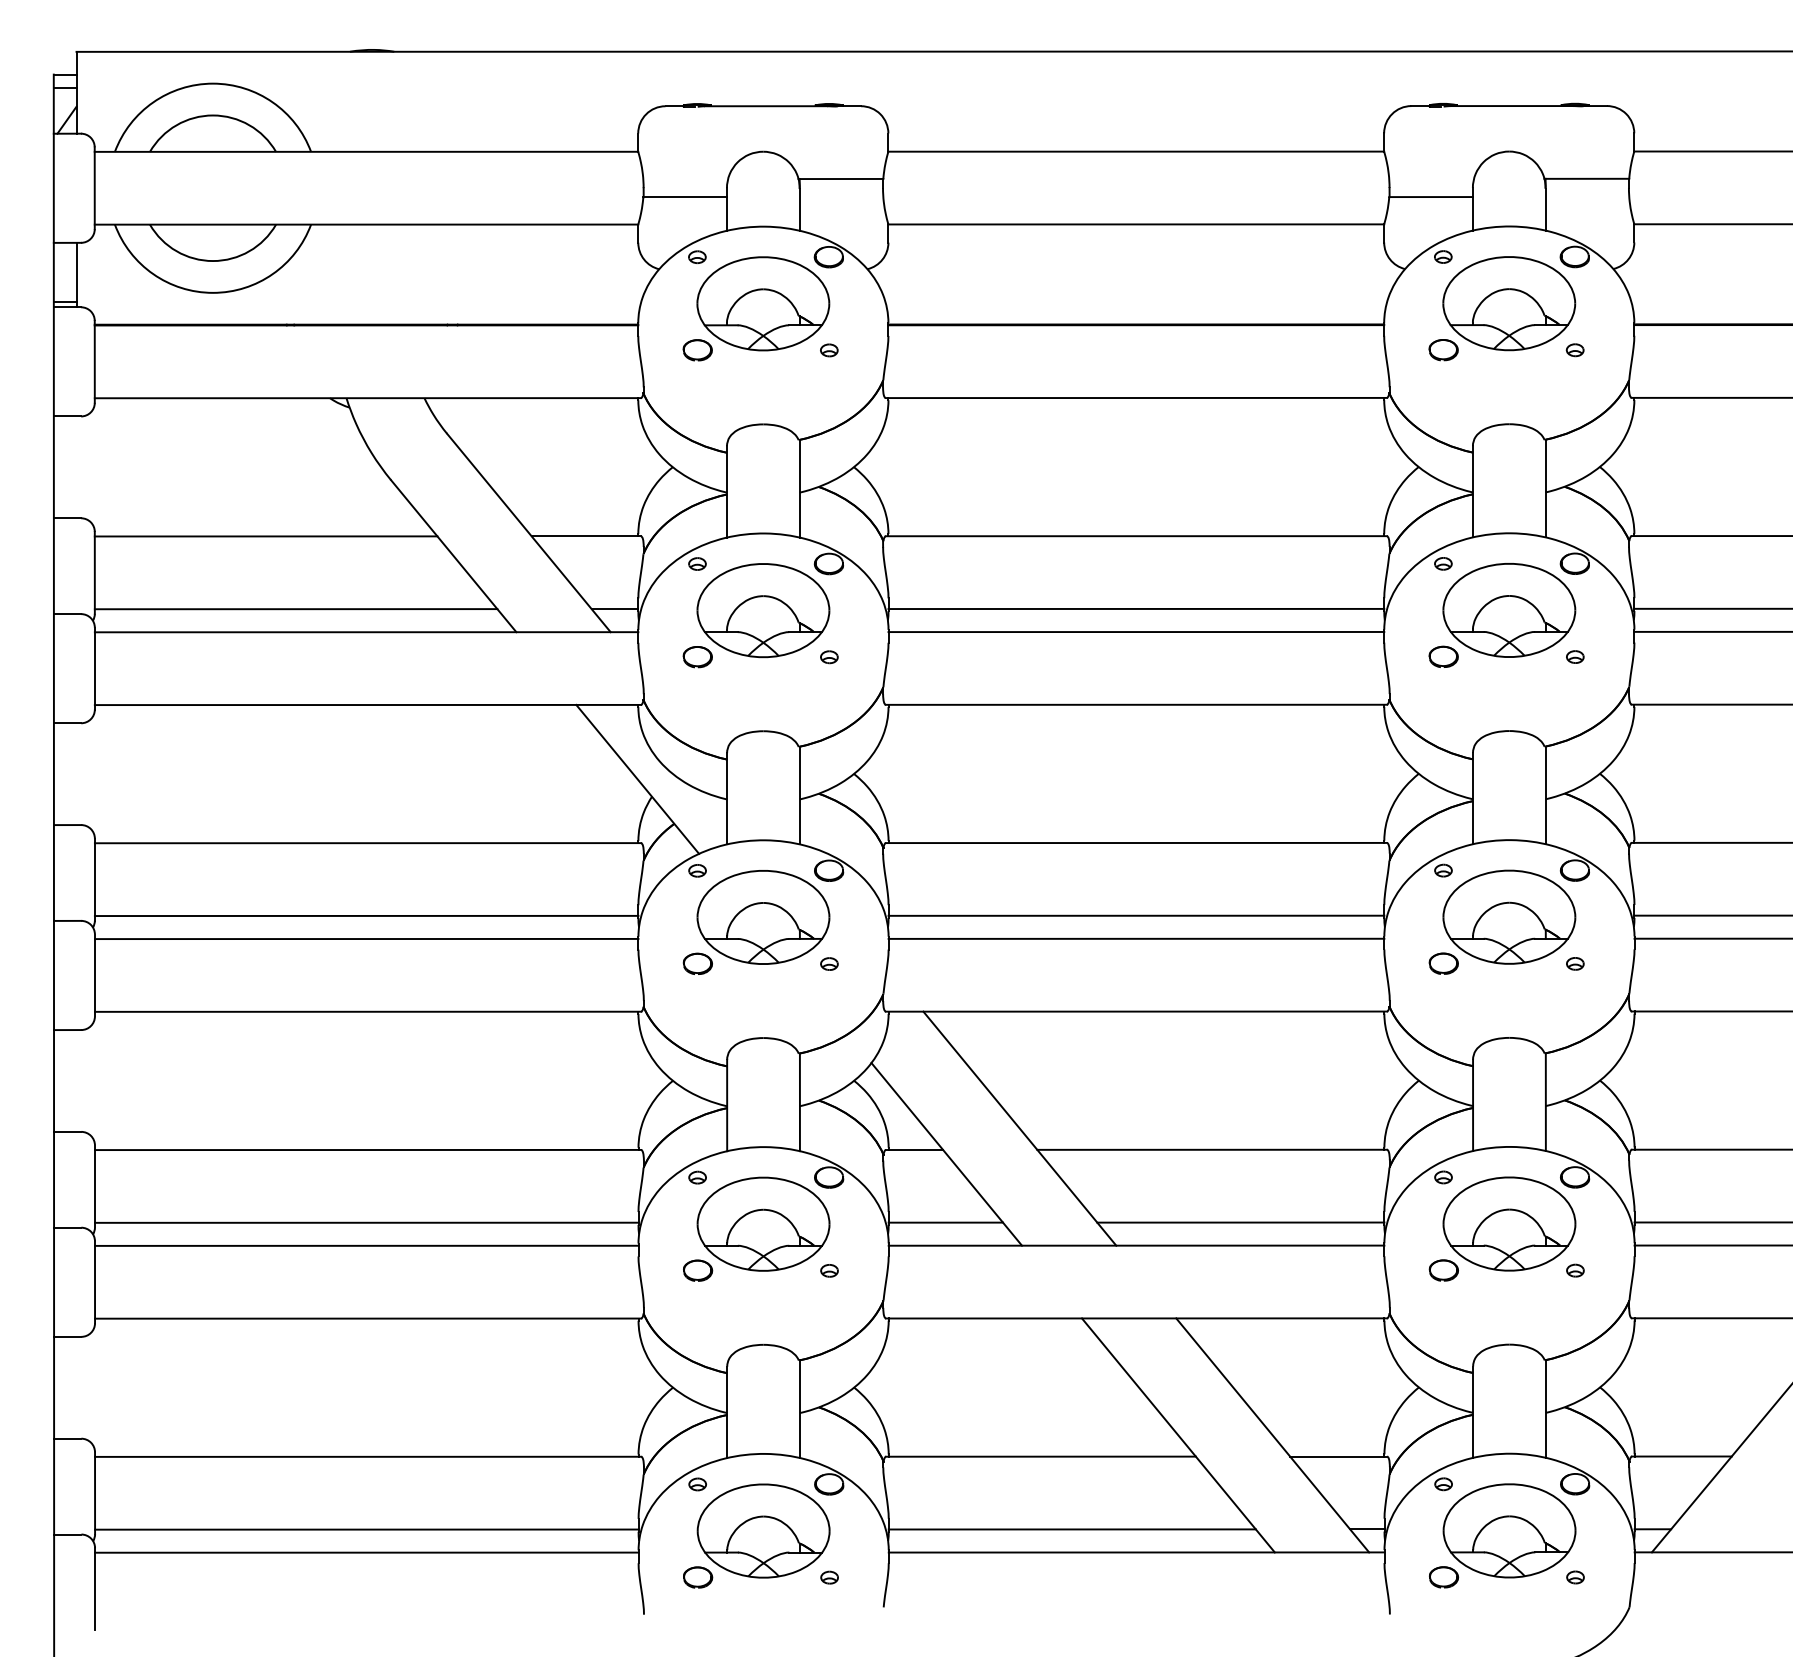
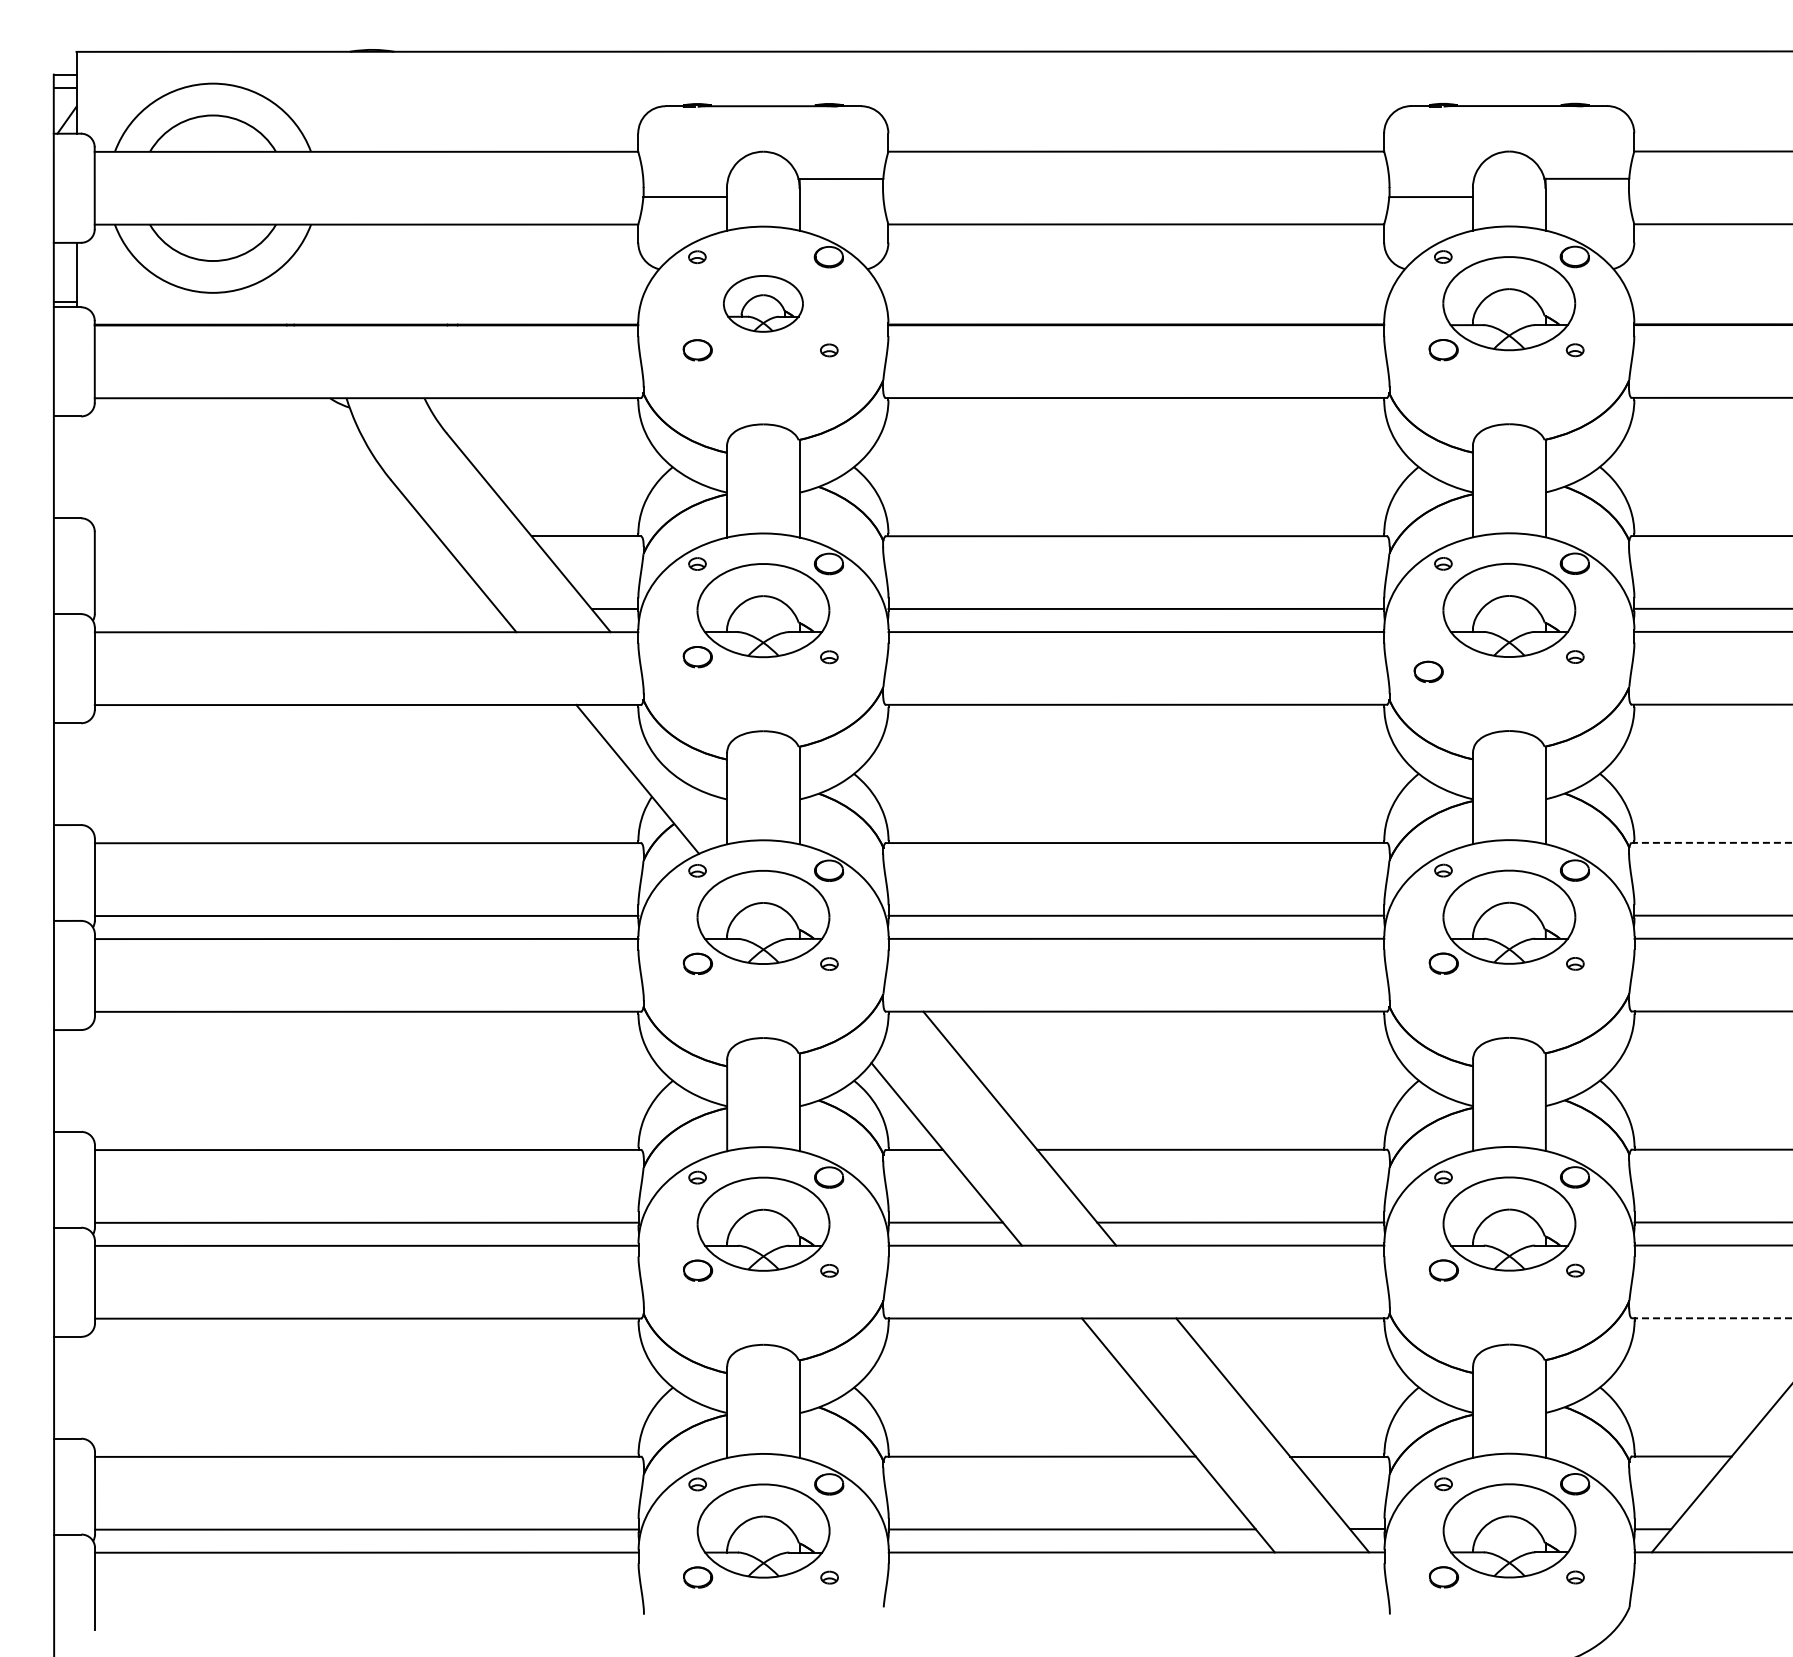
part at (763, 303) size: 135x96 px -> 81x58 px
line at (265, 536): present -> none
line at (295, 609): present -> none
part at (1443, 656) position: (1443, 656) -> (1428, 671)
line at (1711, 842): solid -> dashed
line at (1711, 1318): solid -> dashed
